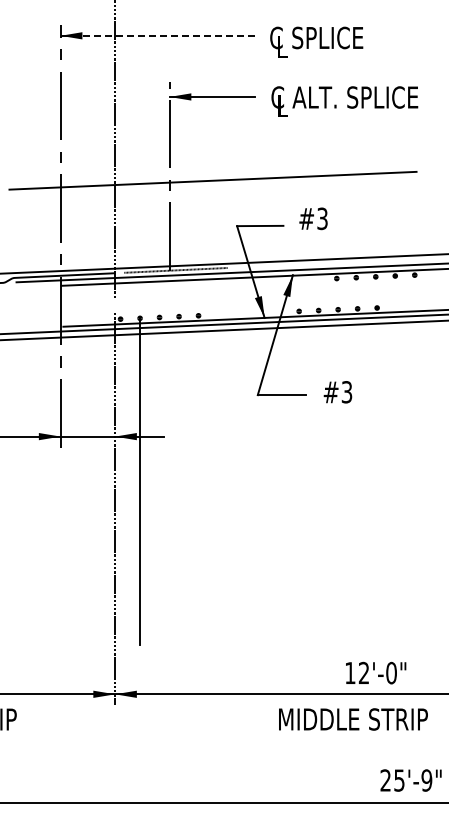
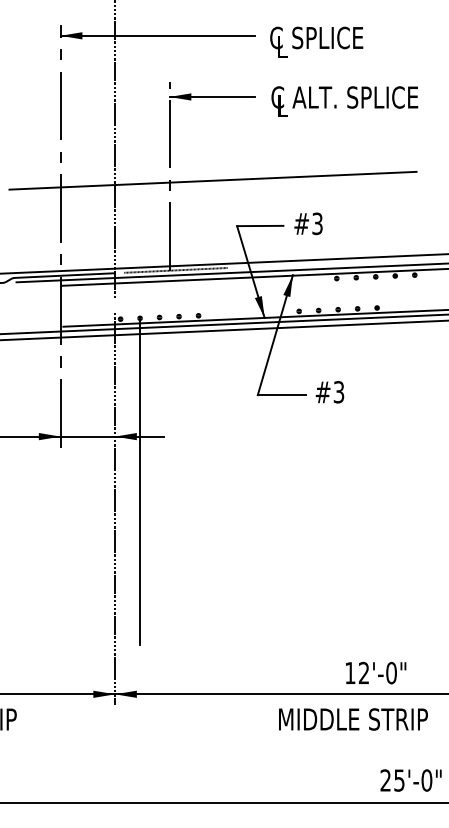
line at (158, 35): dashed -> solid
text at (313, 218) position: (313, 218) -> (308, 223)
text at (337, 392) position: (337, 392) -> (329, 392)
text at (426, 780): 25'-9" -> 25'-0"
